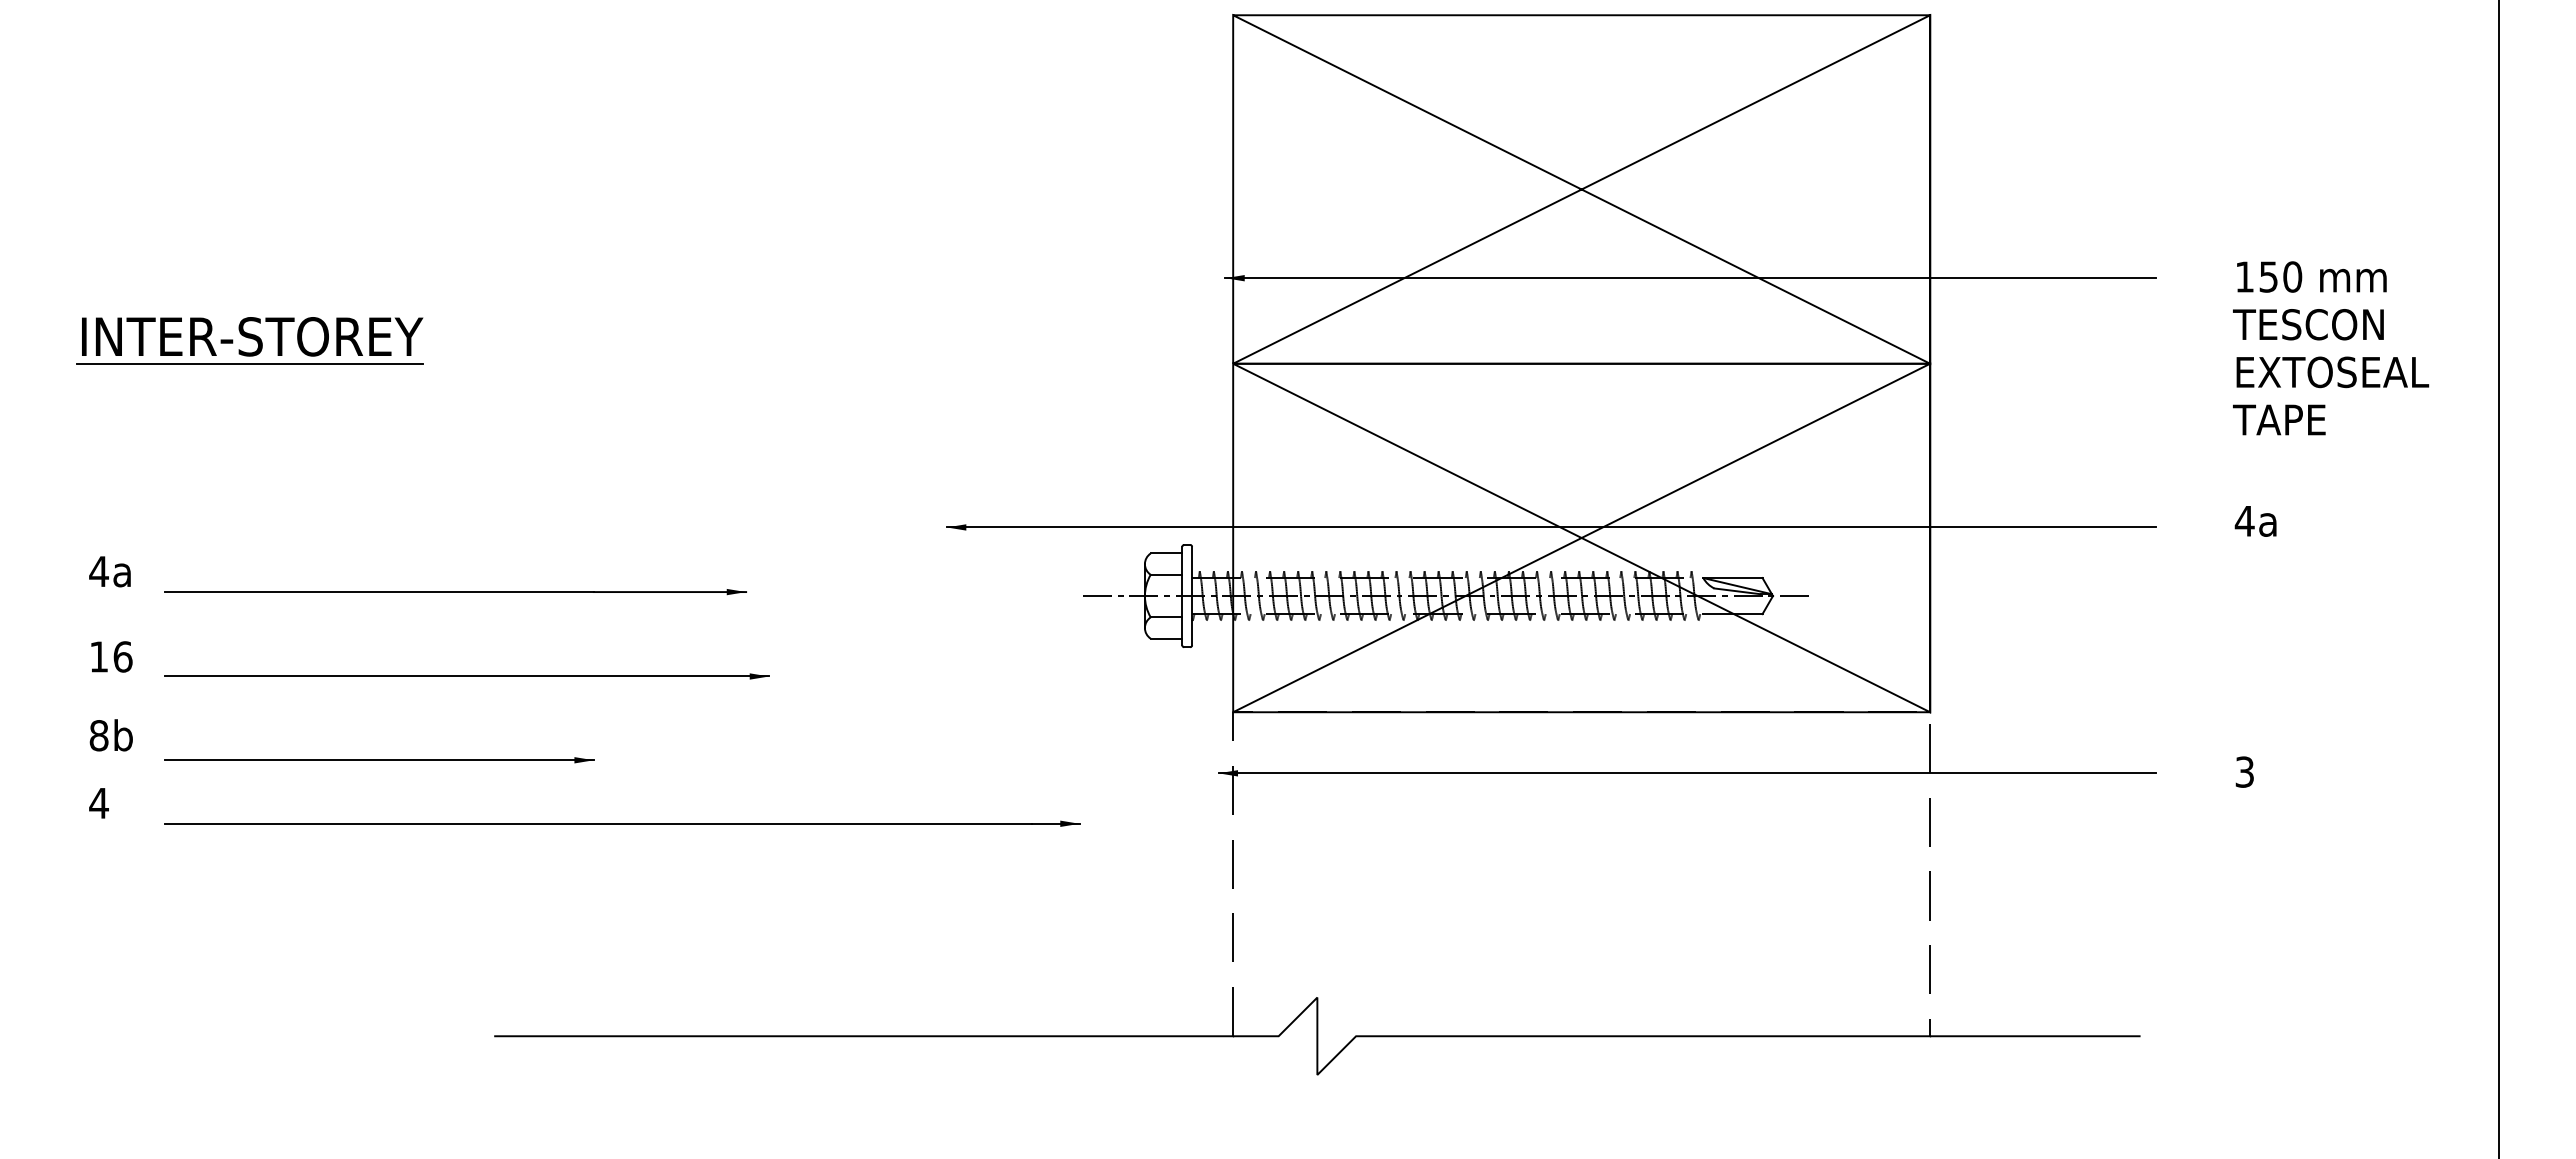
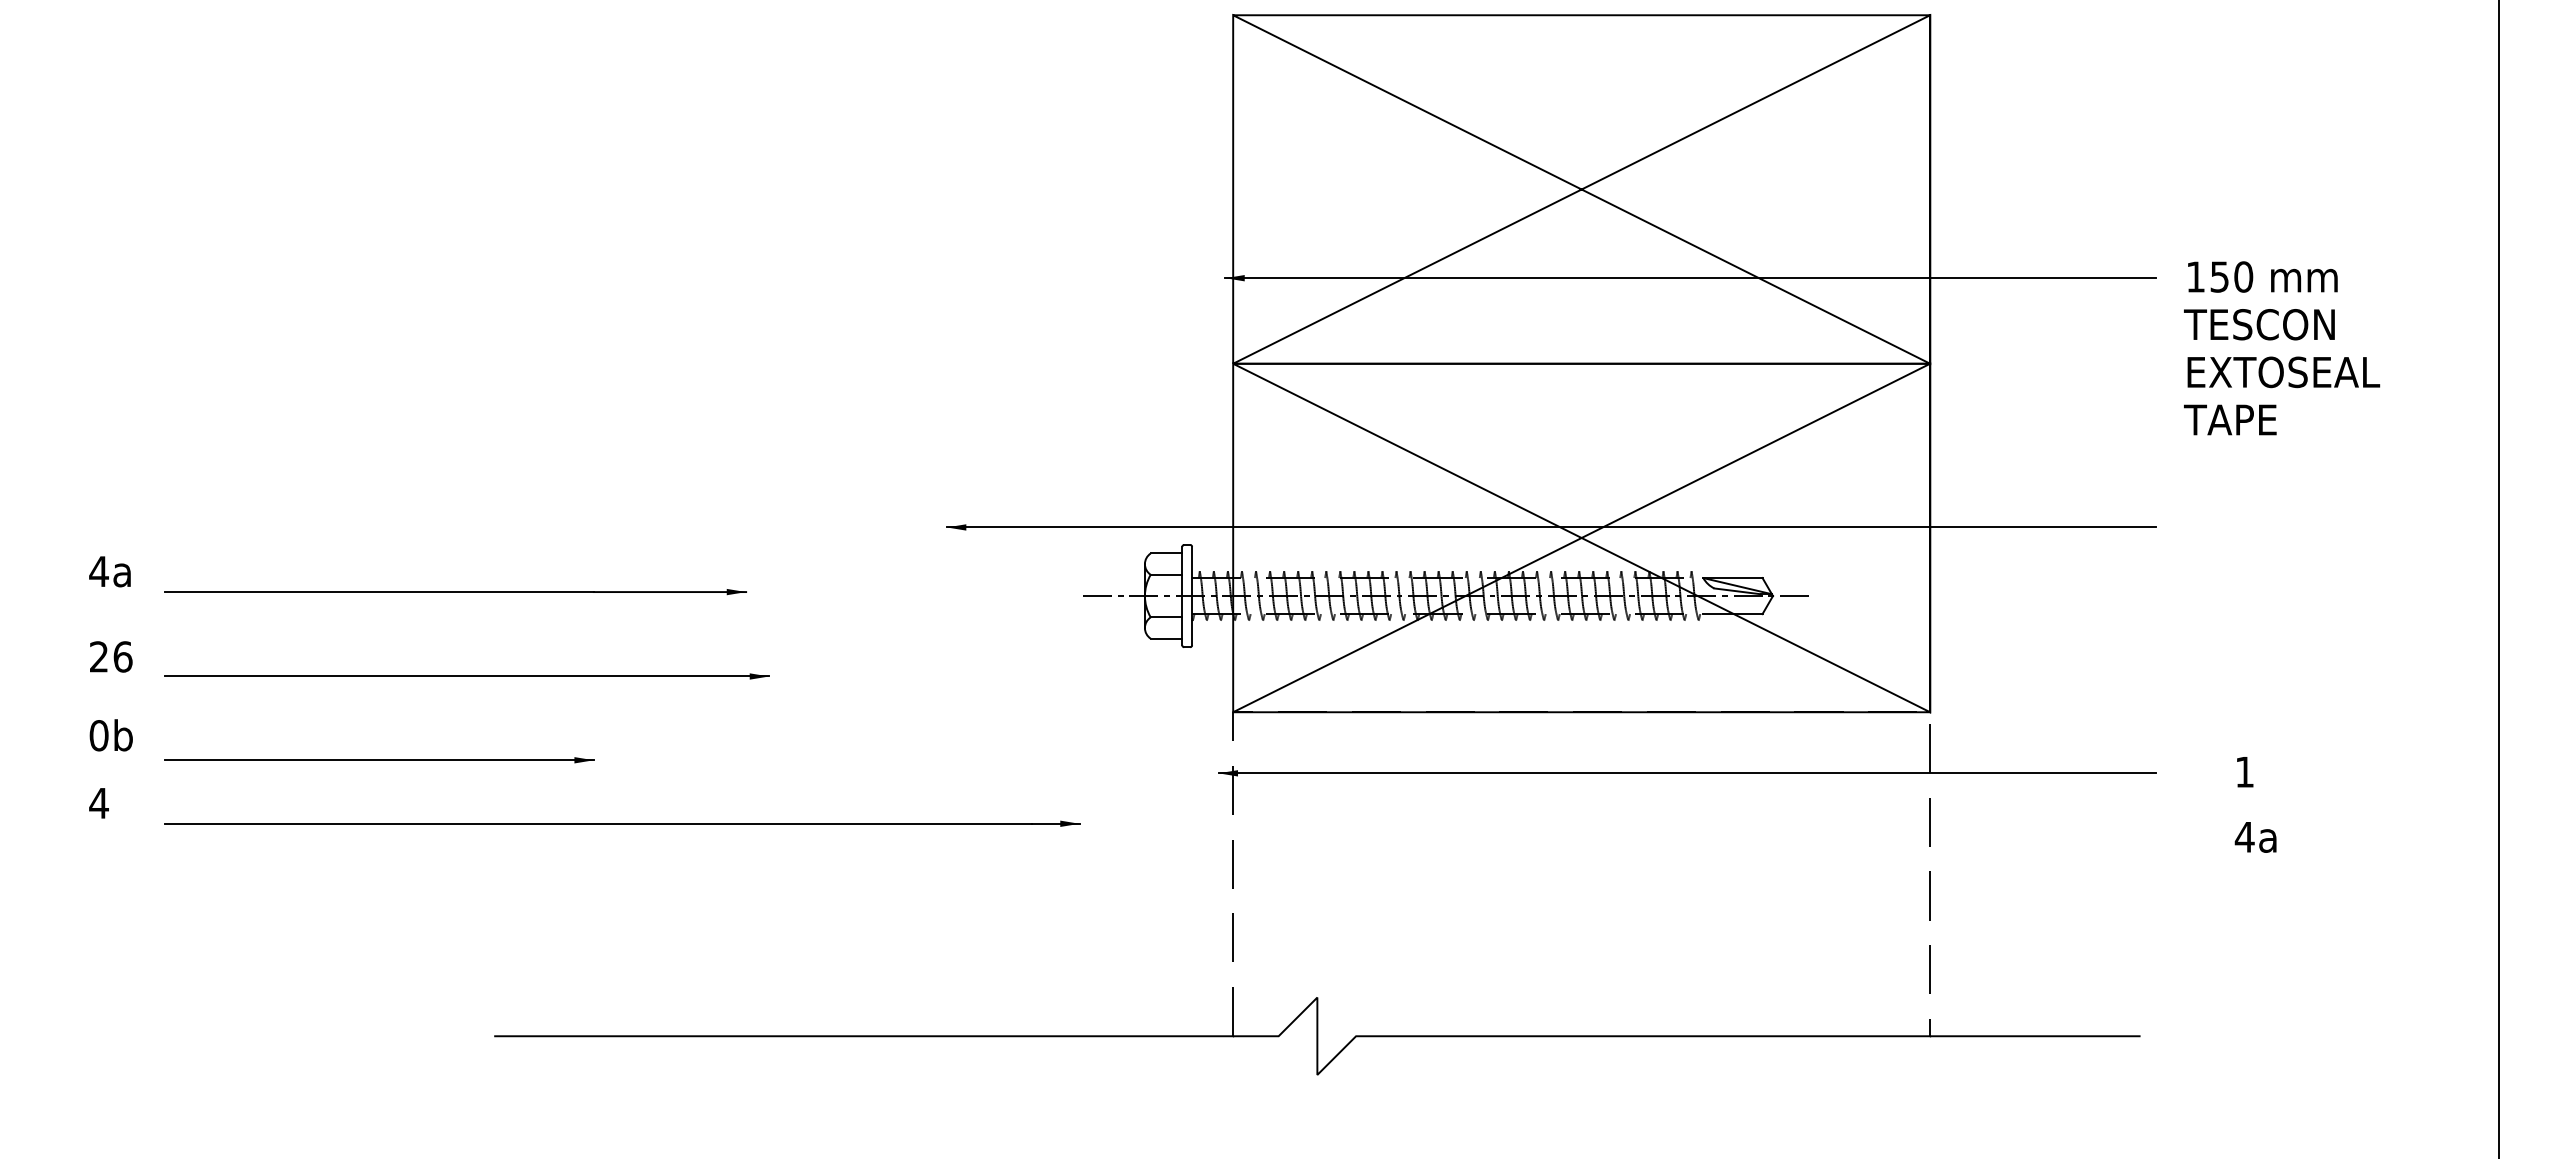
part at (249, 340): present -> none
text at (2331, 348) position: (2331, 348) -> (2282, 348)
text at (2255, 521) position: (2255, 521) -> (2255, 837)
text at (98, 656): 16 -> 26
text at (98, 735): 8b -> 0b
text at (2244, 771): 3 -> 1
